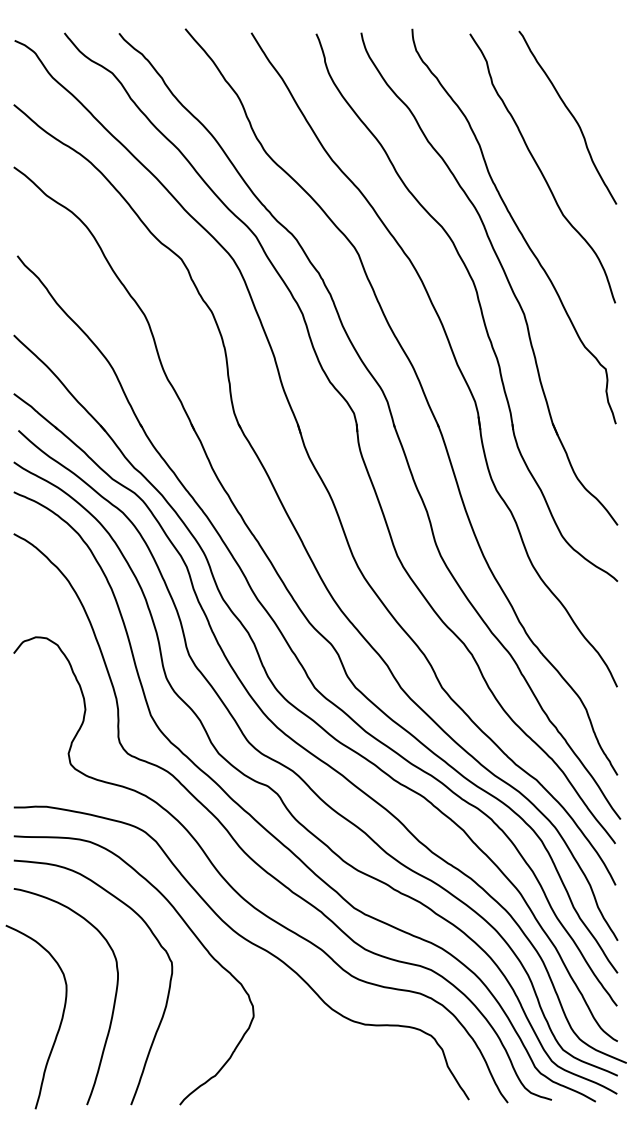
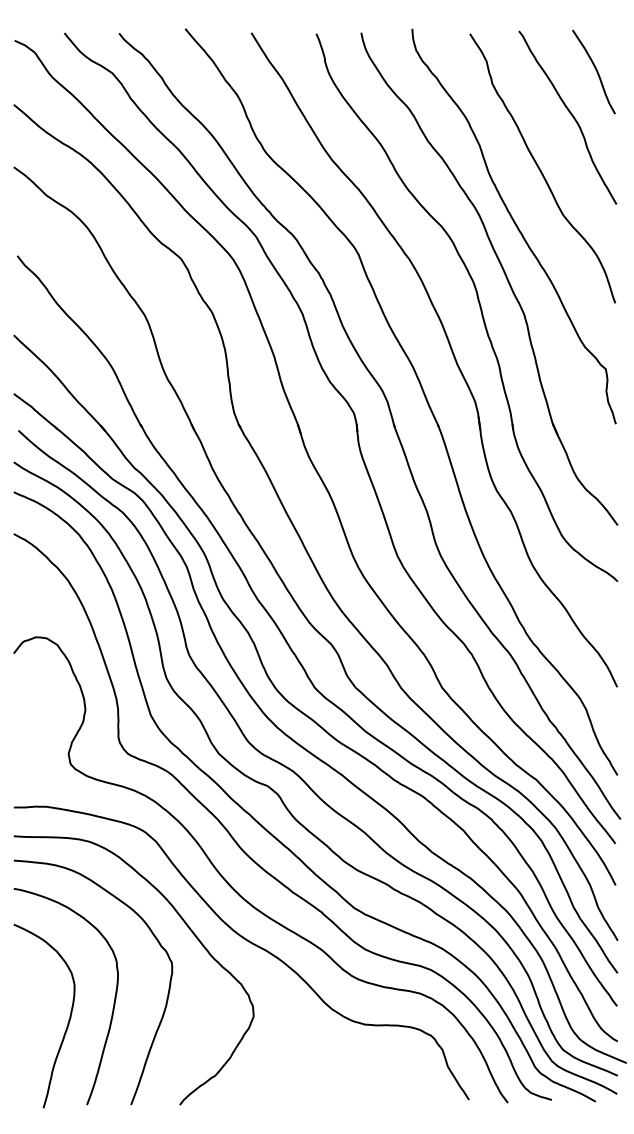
curve at (595, 70): none -> present
curve at (60, 1020) position: (60, 1020) -> (68, 1019)
